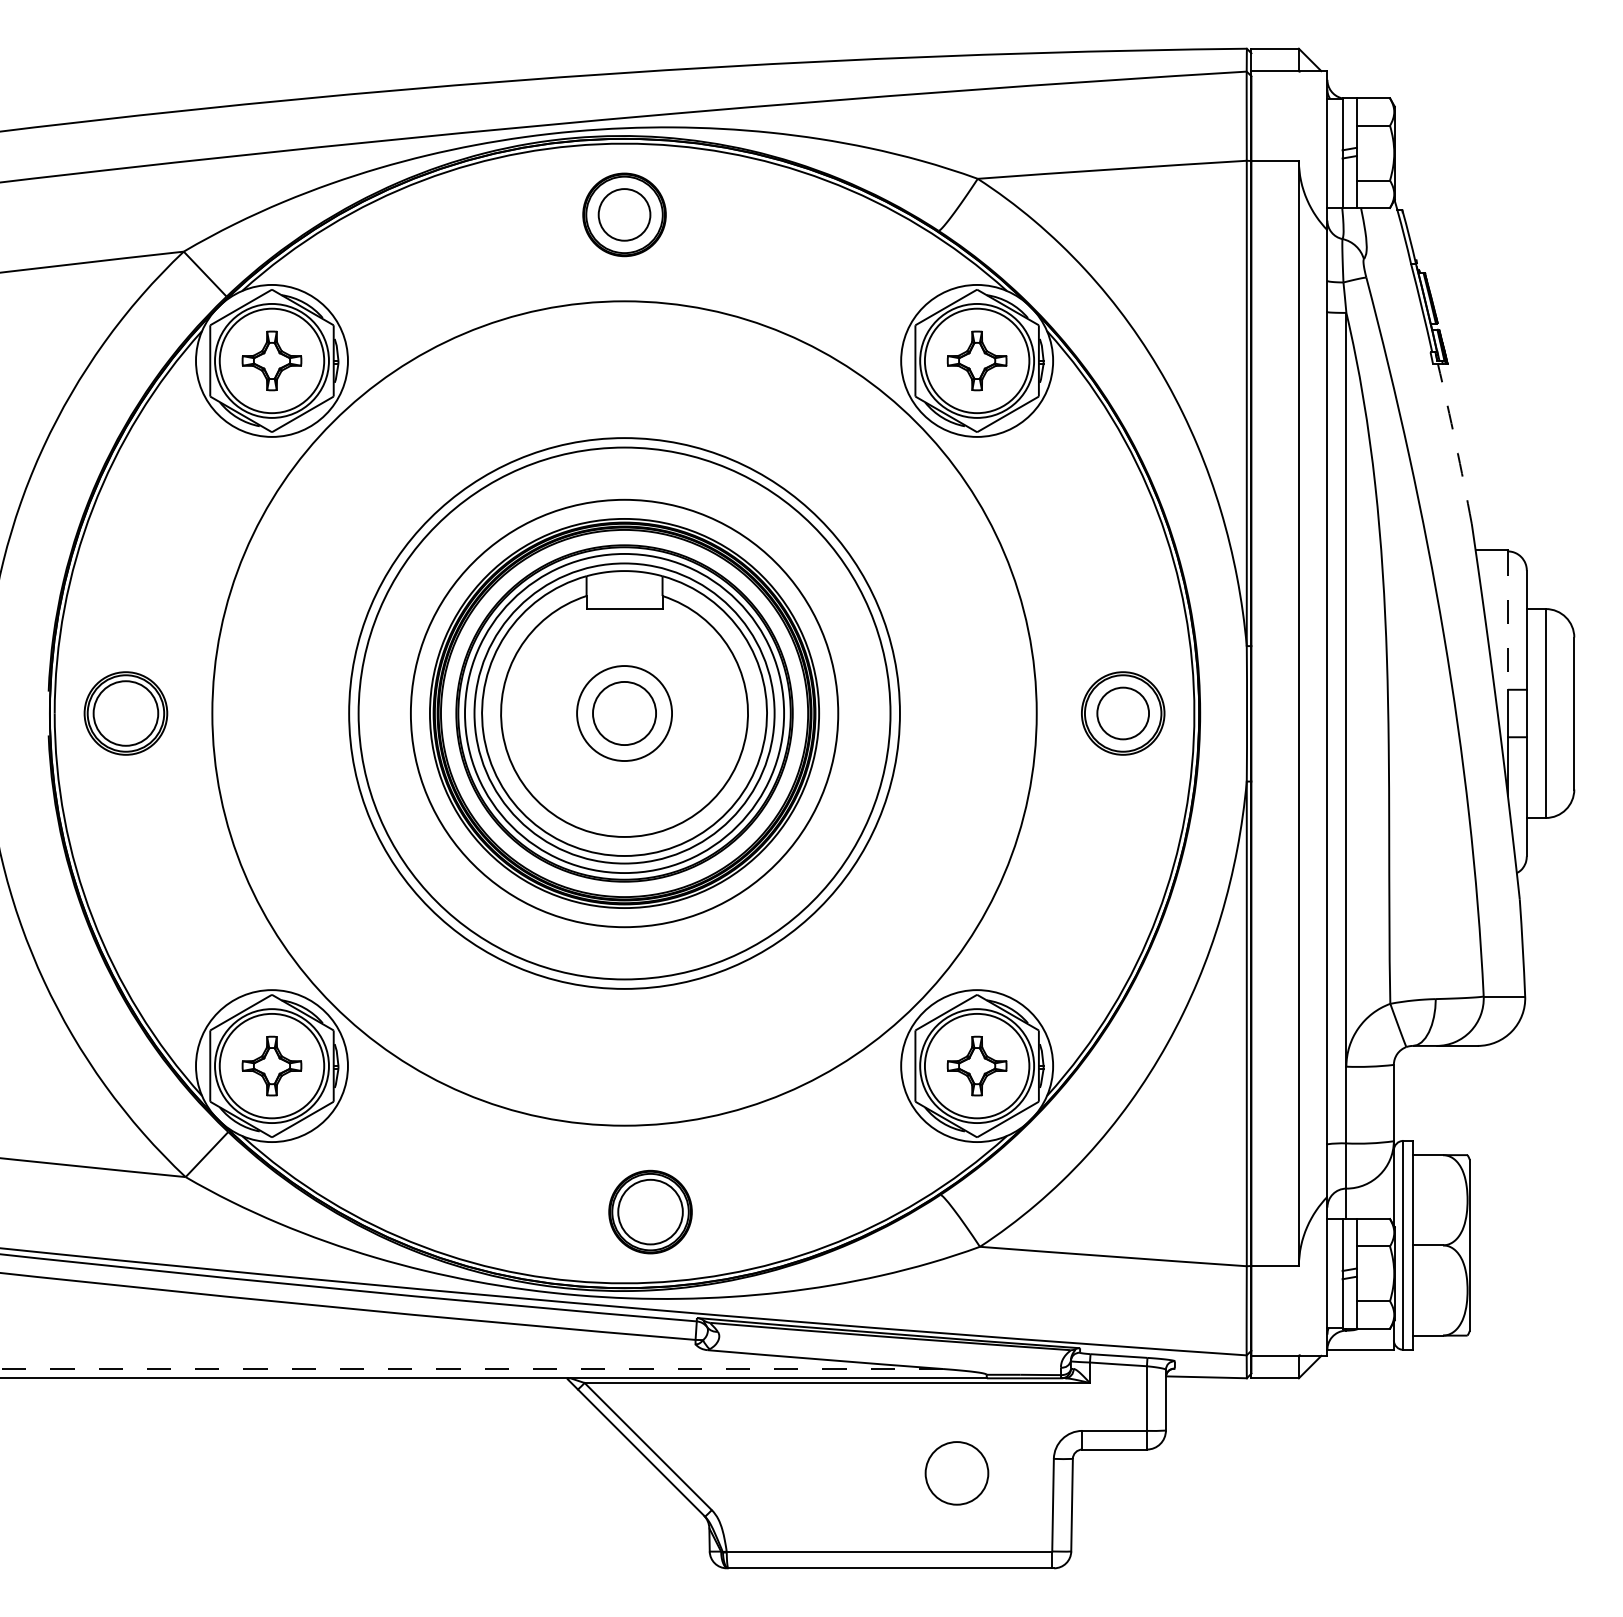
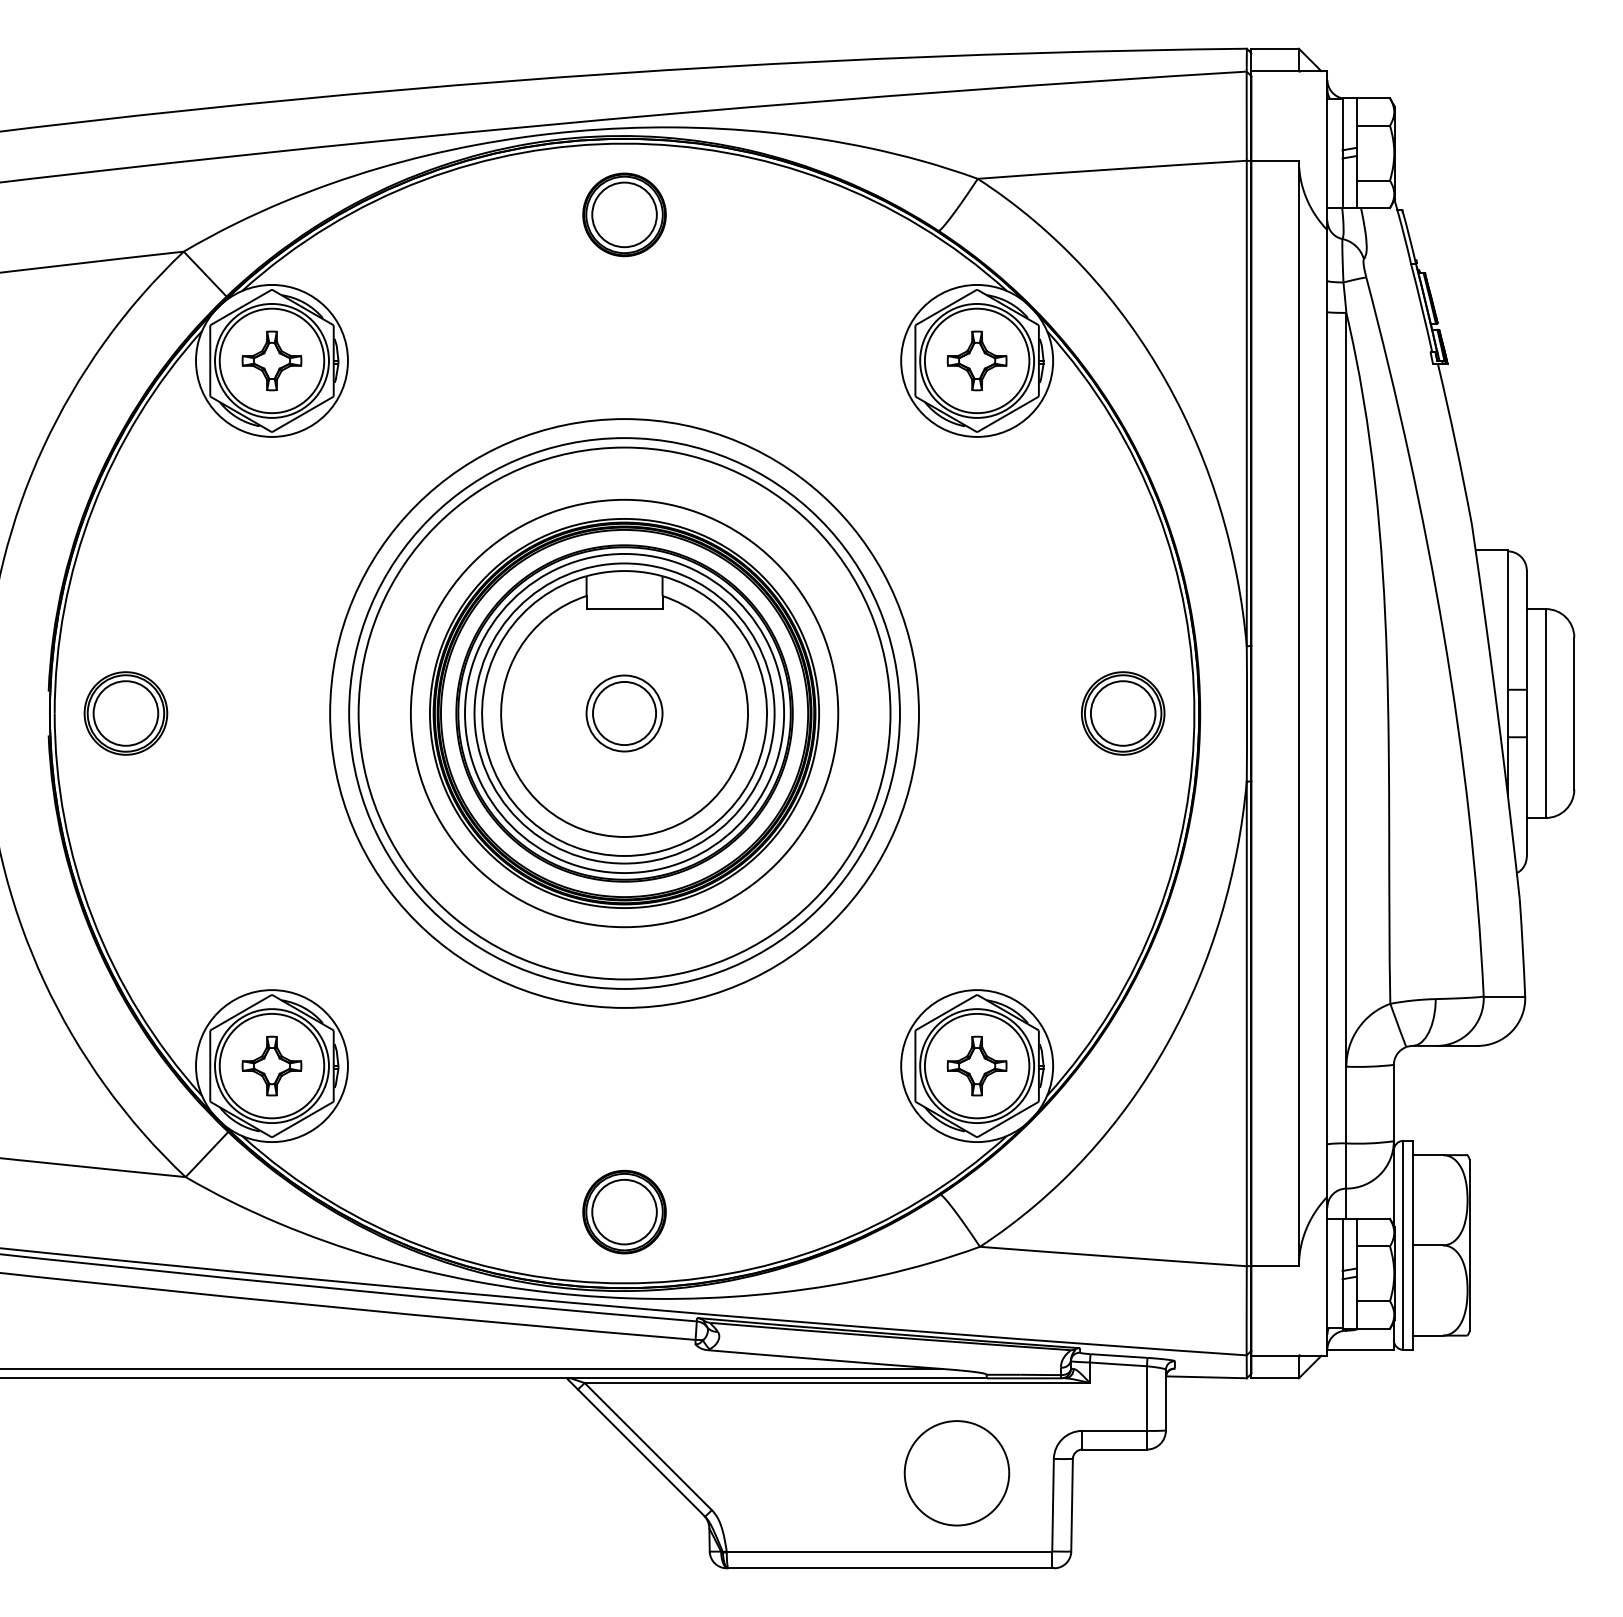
circle at (624, 214) diameter: 52 px -> 65 px
arc at (1455, 443): dashed -> solid
line at (1507, 621): dashed -> solid
circle at (624, 713) diameter: 824 px -> 589 px
circle at (624, 713) diameter: 95 px -> 76 px
circle at (1123, 713) diameter: 52 px -> 65 px
part at (650, 1211) position: (650, 1211) -> (624, 1211)
line at (471, 1369): dashed -> solid
circle at (956, 1473) size: 66x65 px -> 108x107 px
